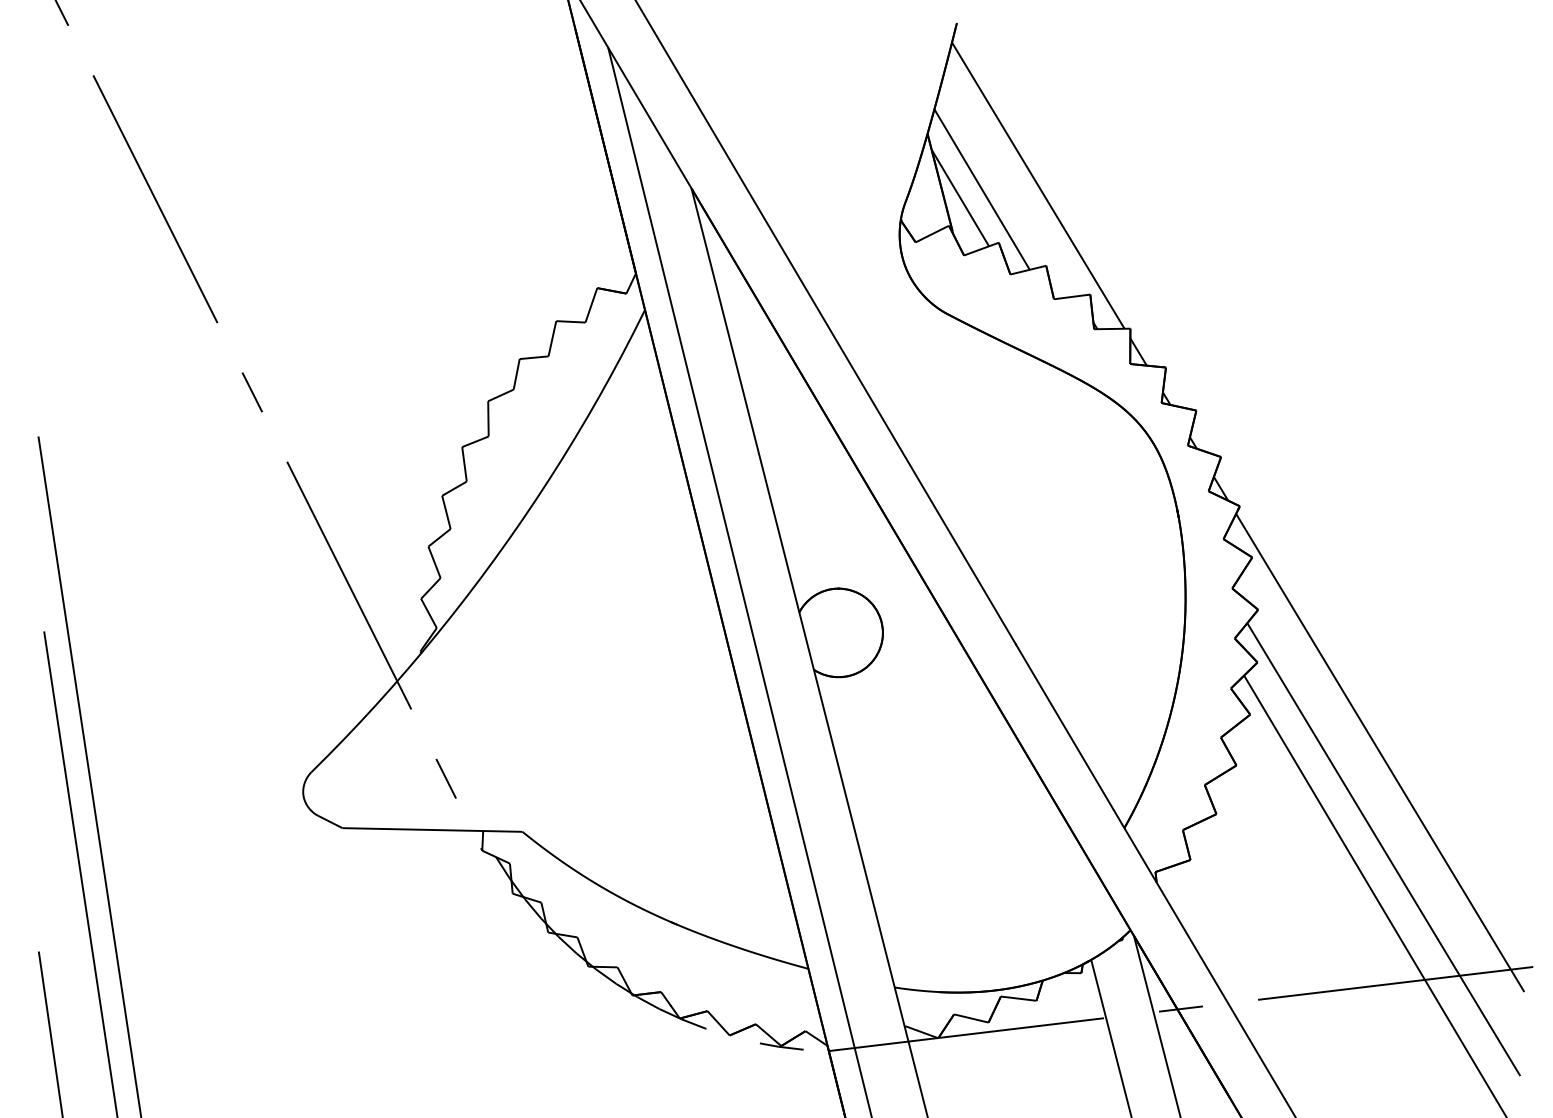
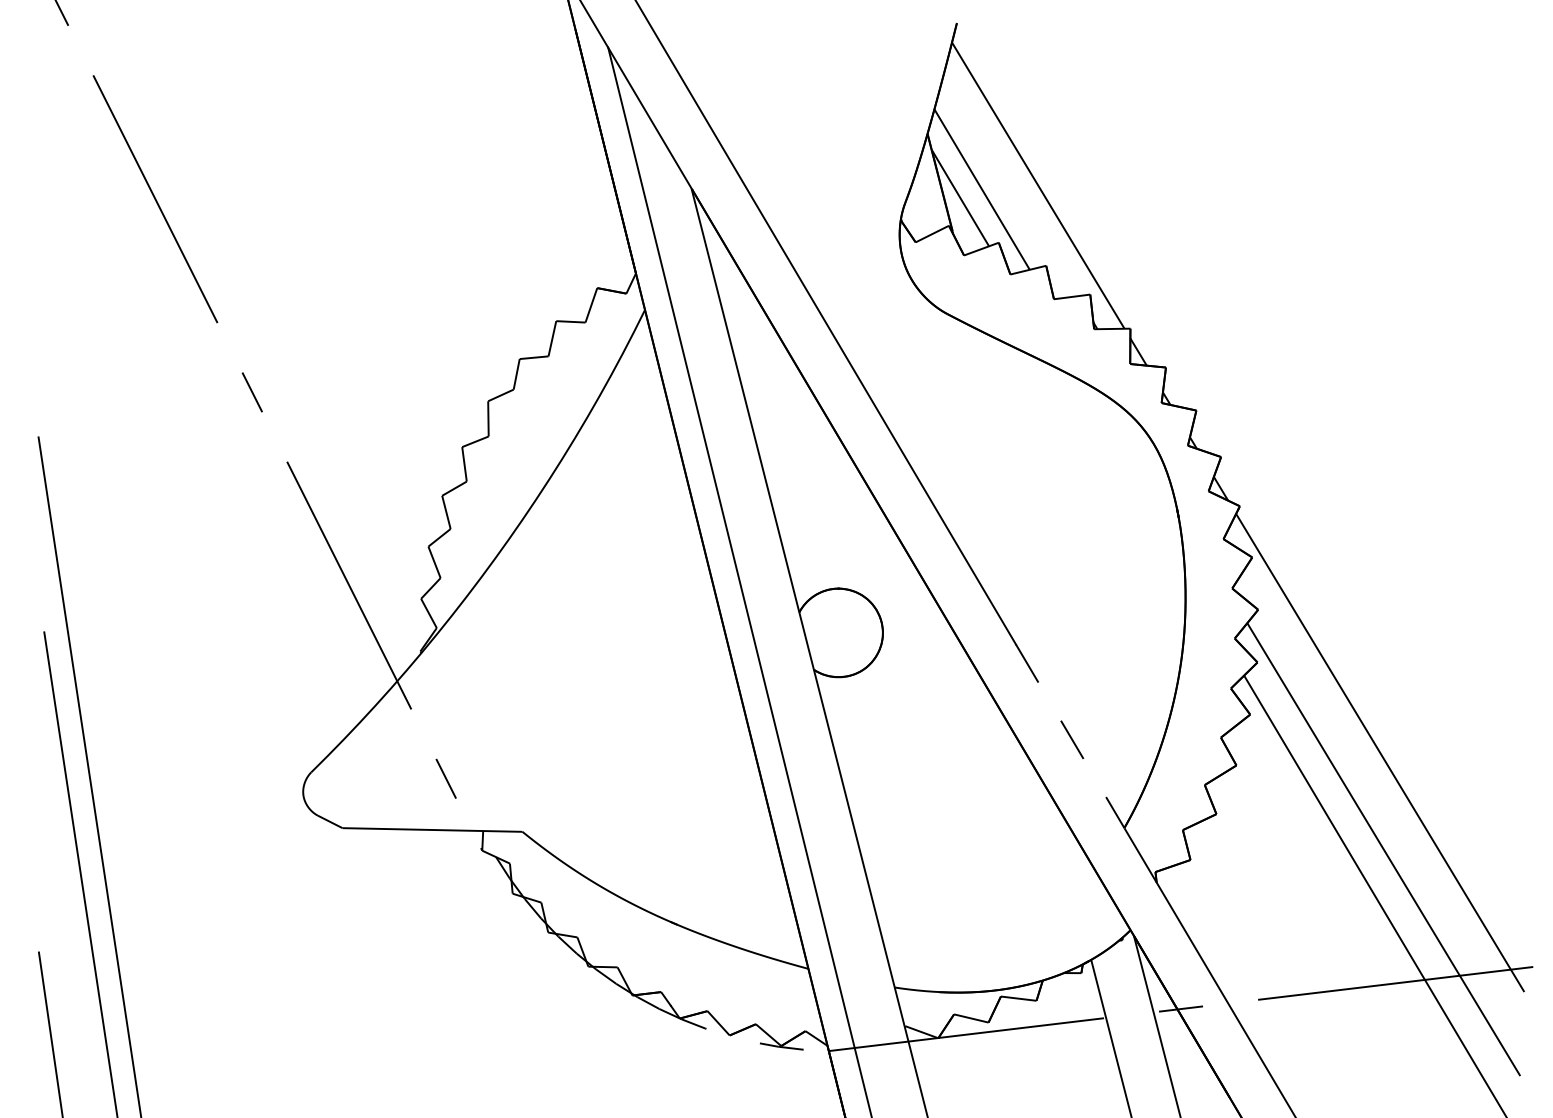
line at (1070, 736): solid -> dashed
